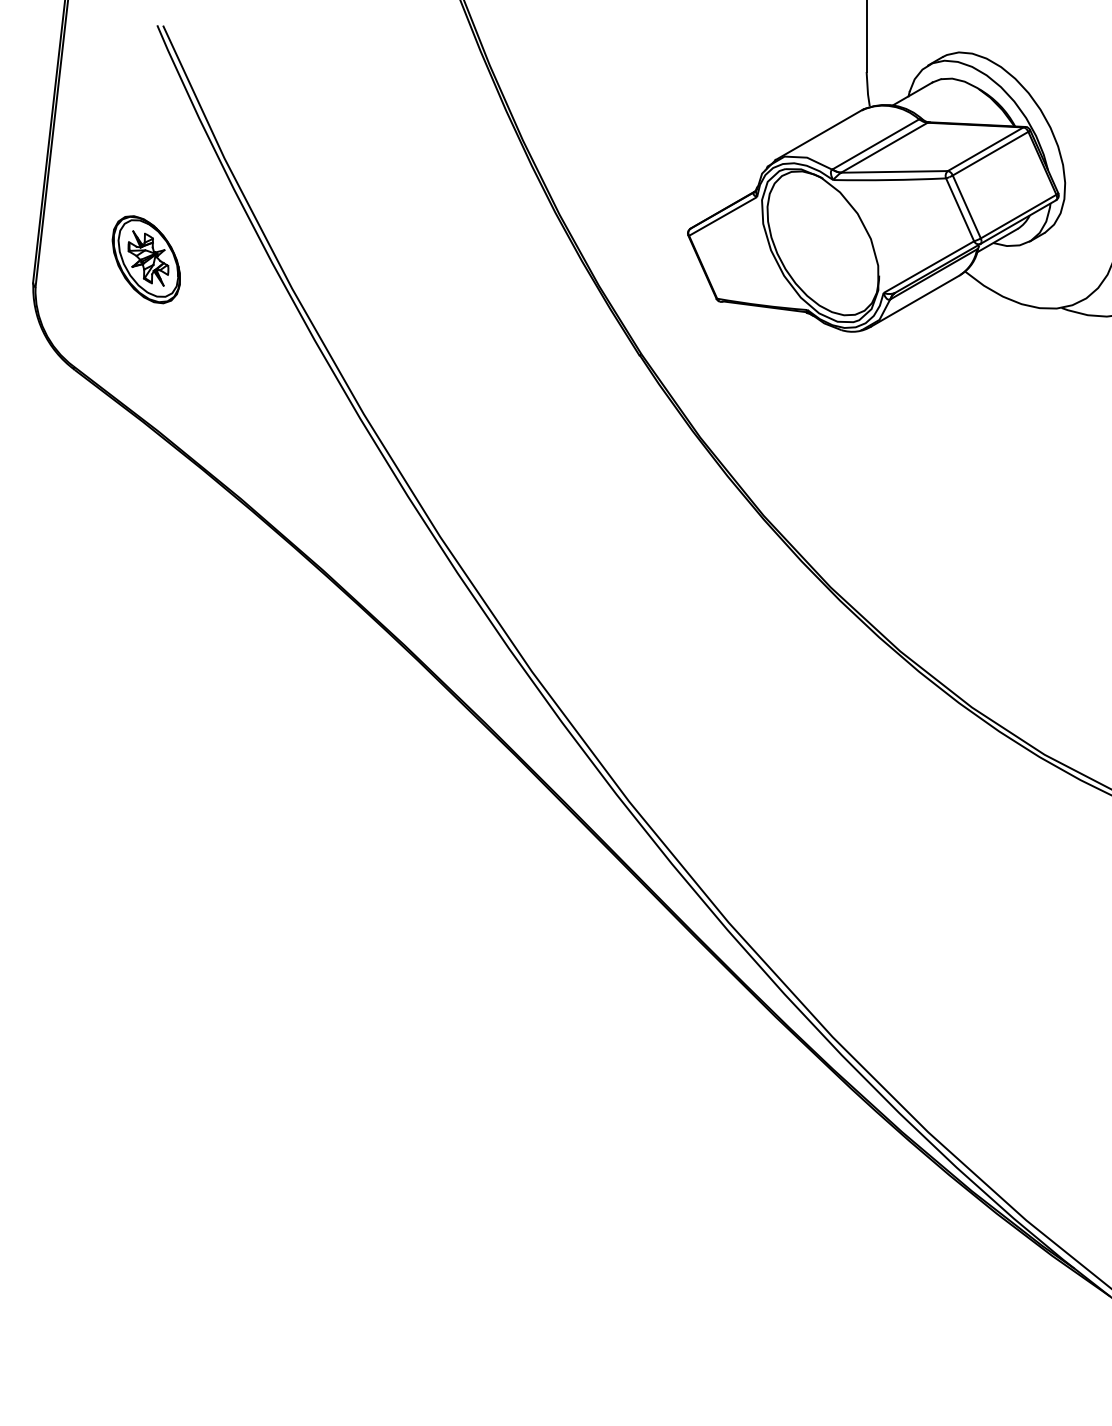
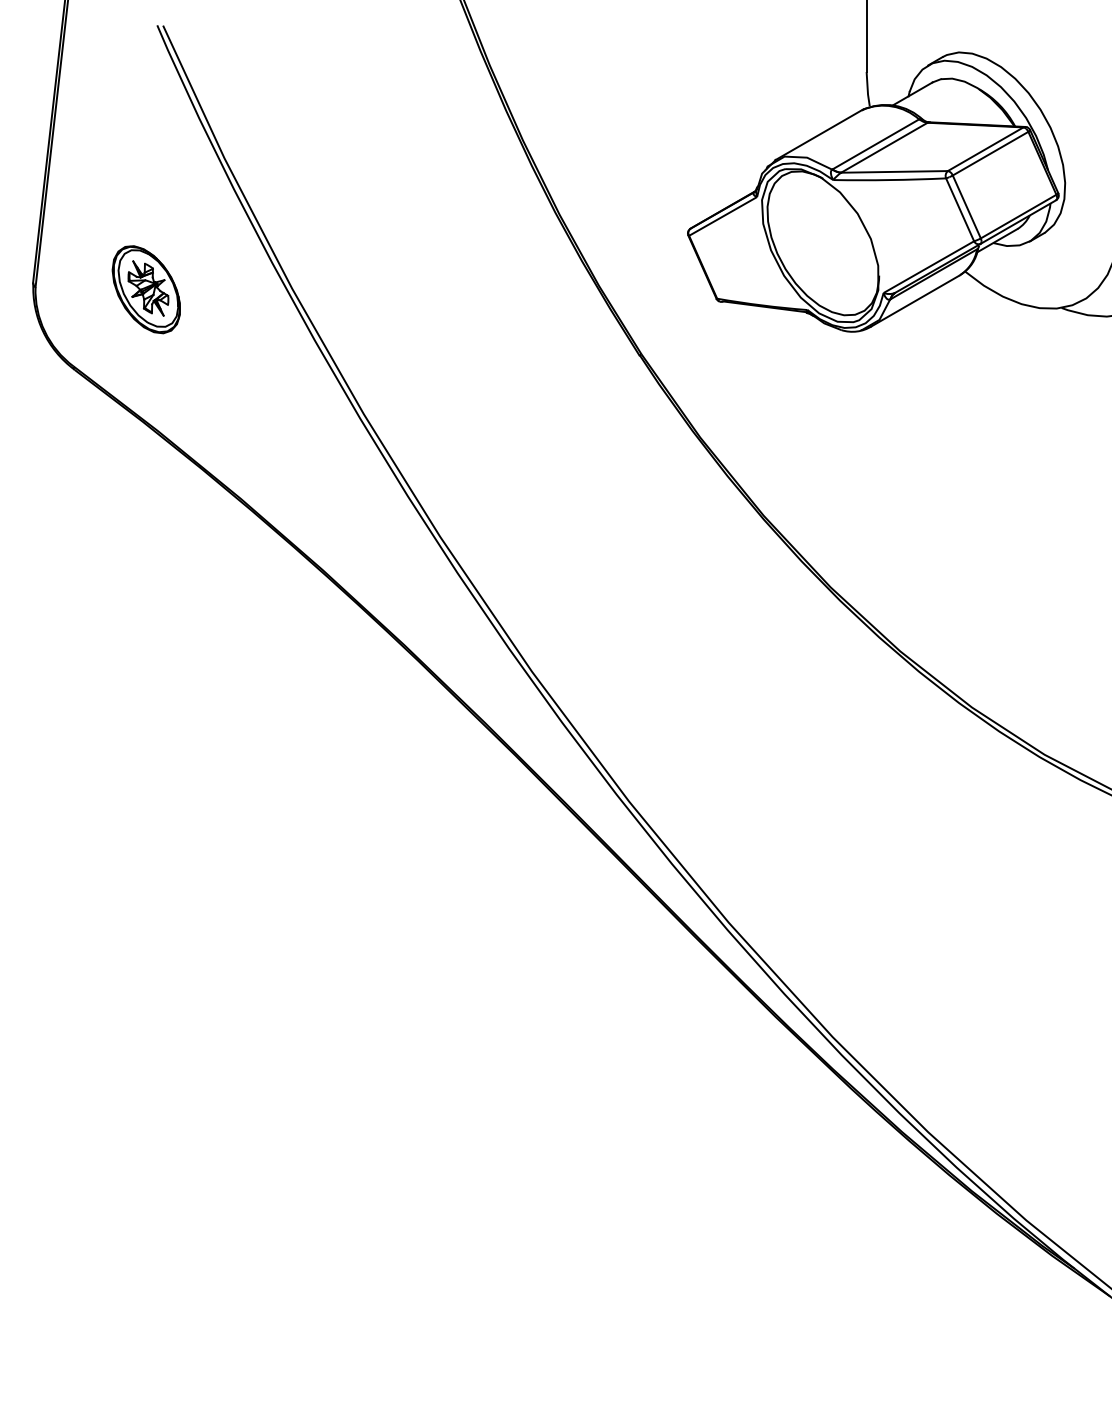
part at (145, 259) position: (145, 259) -> (145, 289)
